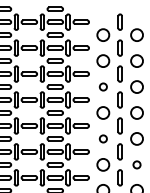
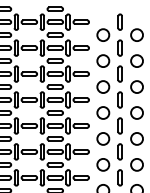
circle at (103, 86) size: 9x10 px -> 15x14 px
circle at (103, 138) size: 9x10 px -> 15x14 px
circle at (136, 164) size: 10x10 px -> 14x14 px
